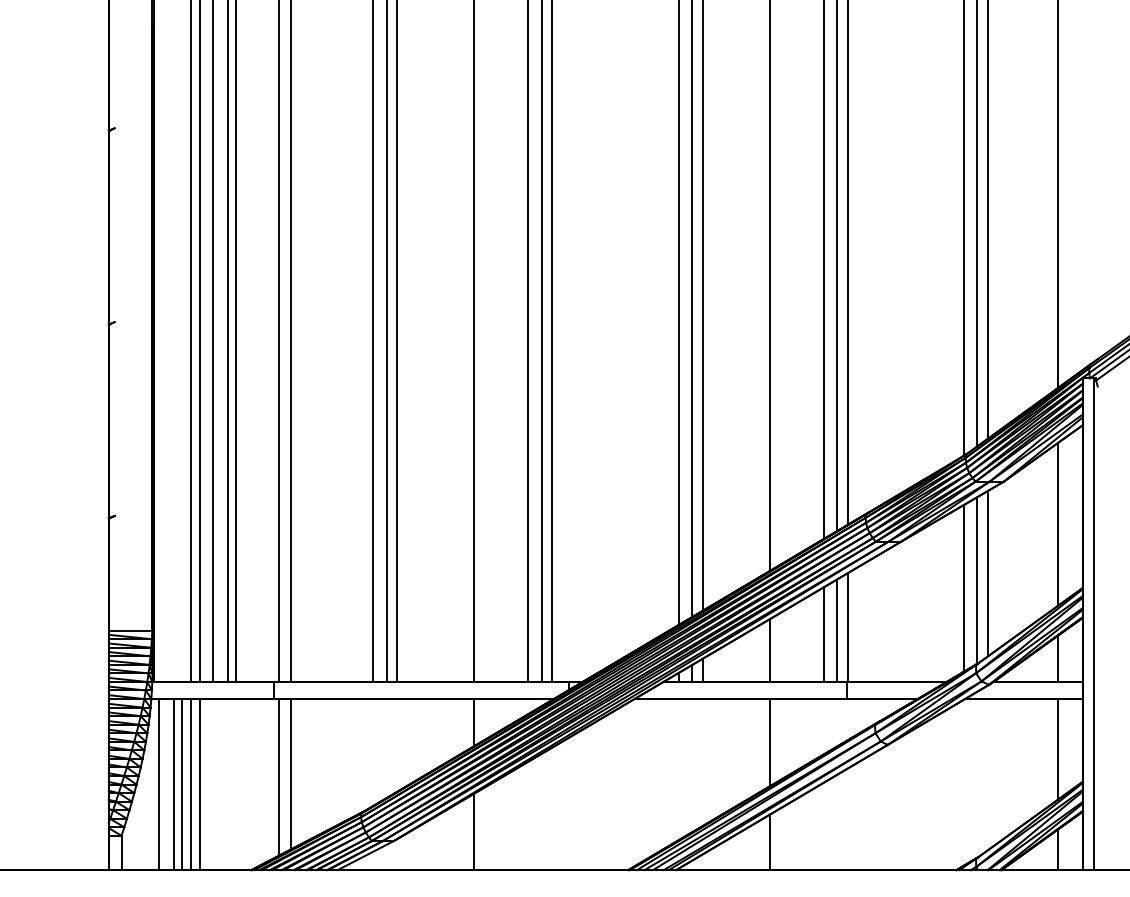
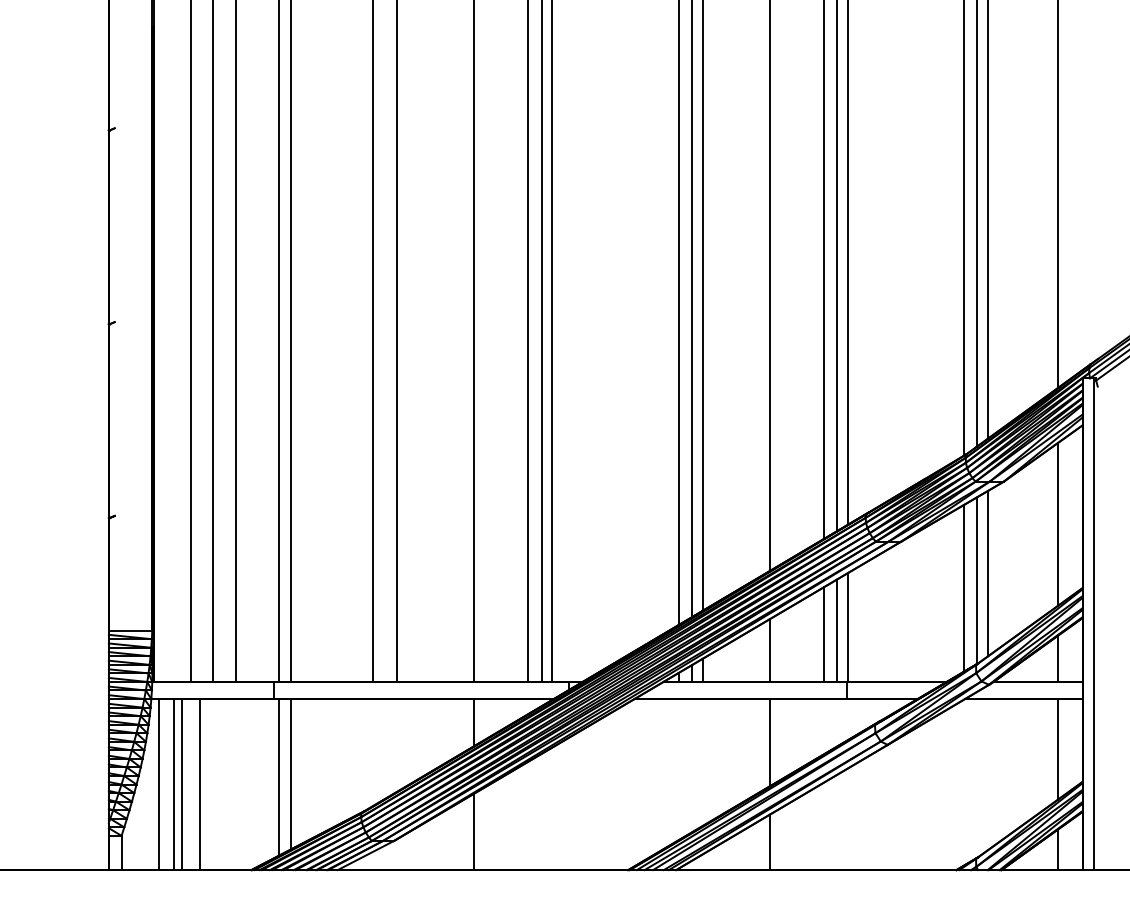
line at (199, 341): present -> none
line at (227, 341): present -> none
line at (387, 341): present -> none
line at (191, 784): present -> none
